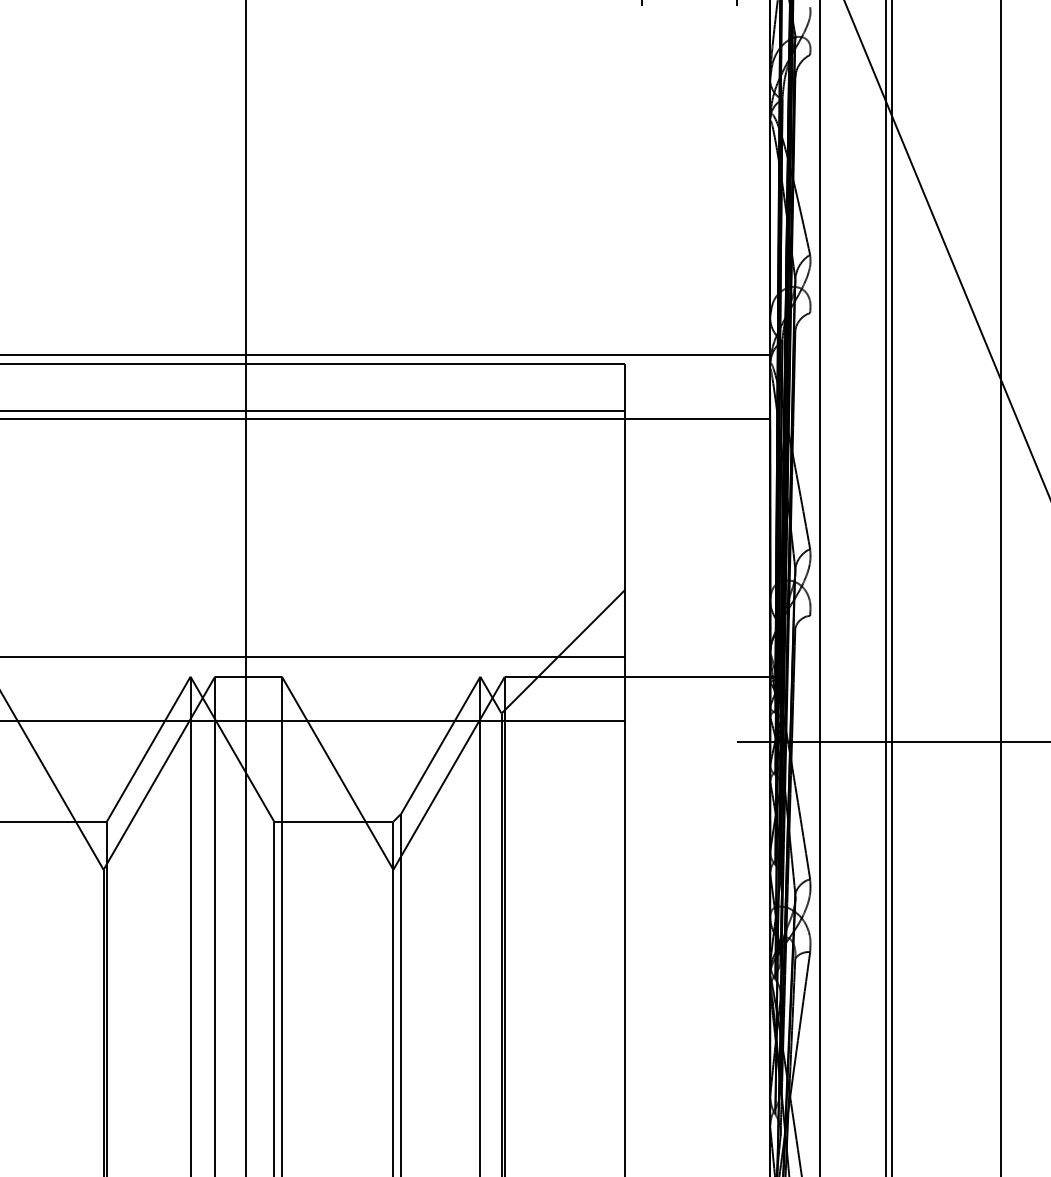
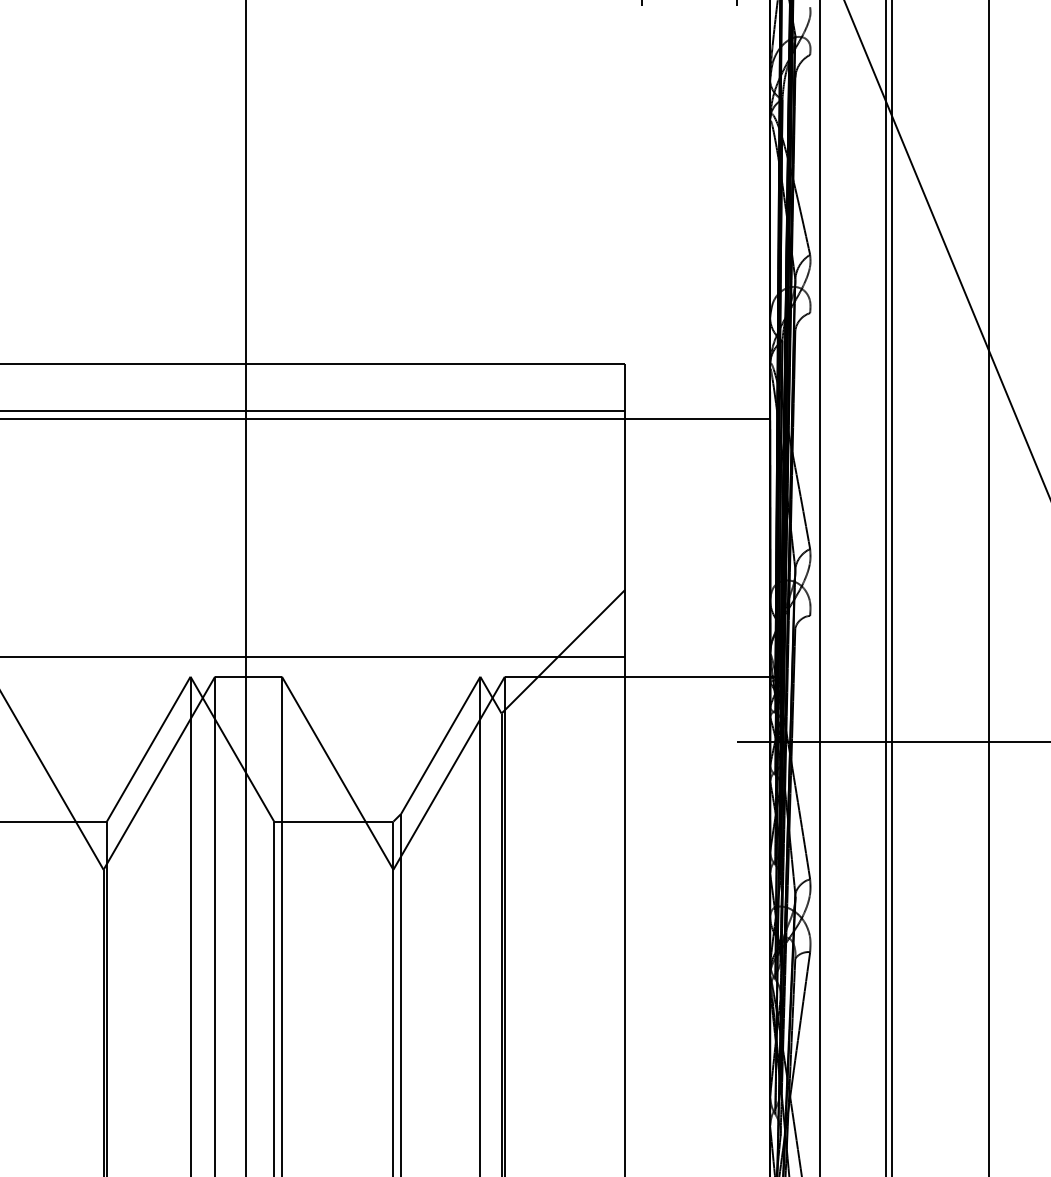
line at (386, 354): present -> none
line at (1000, 587) position: (1000, 587) -> (988, 587)
line at (313, 721): present -> none
